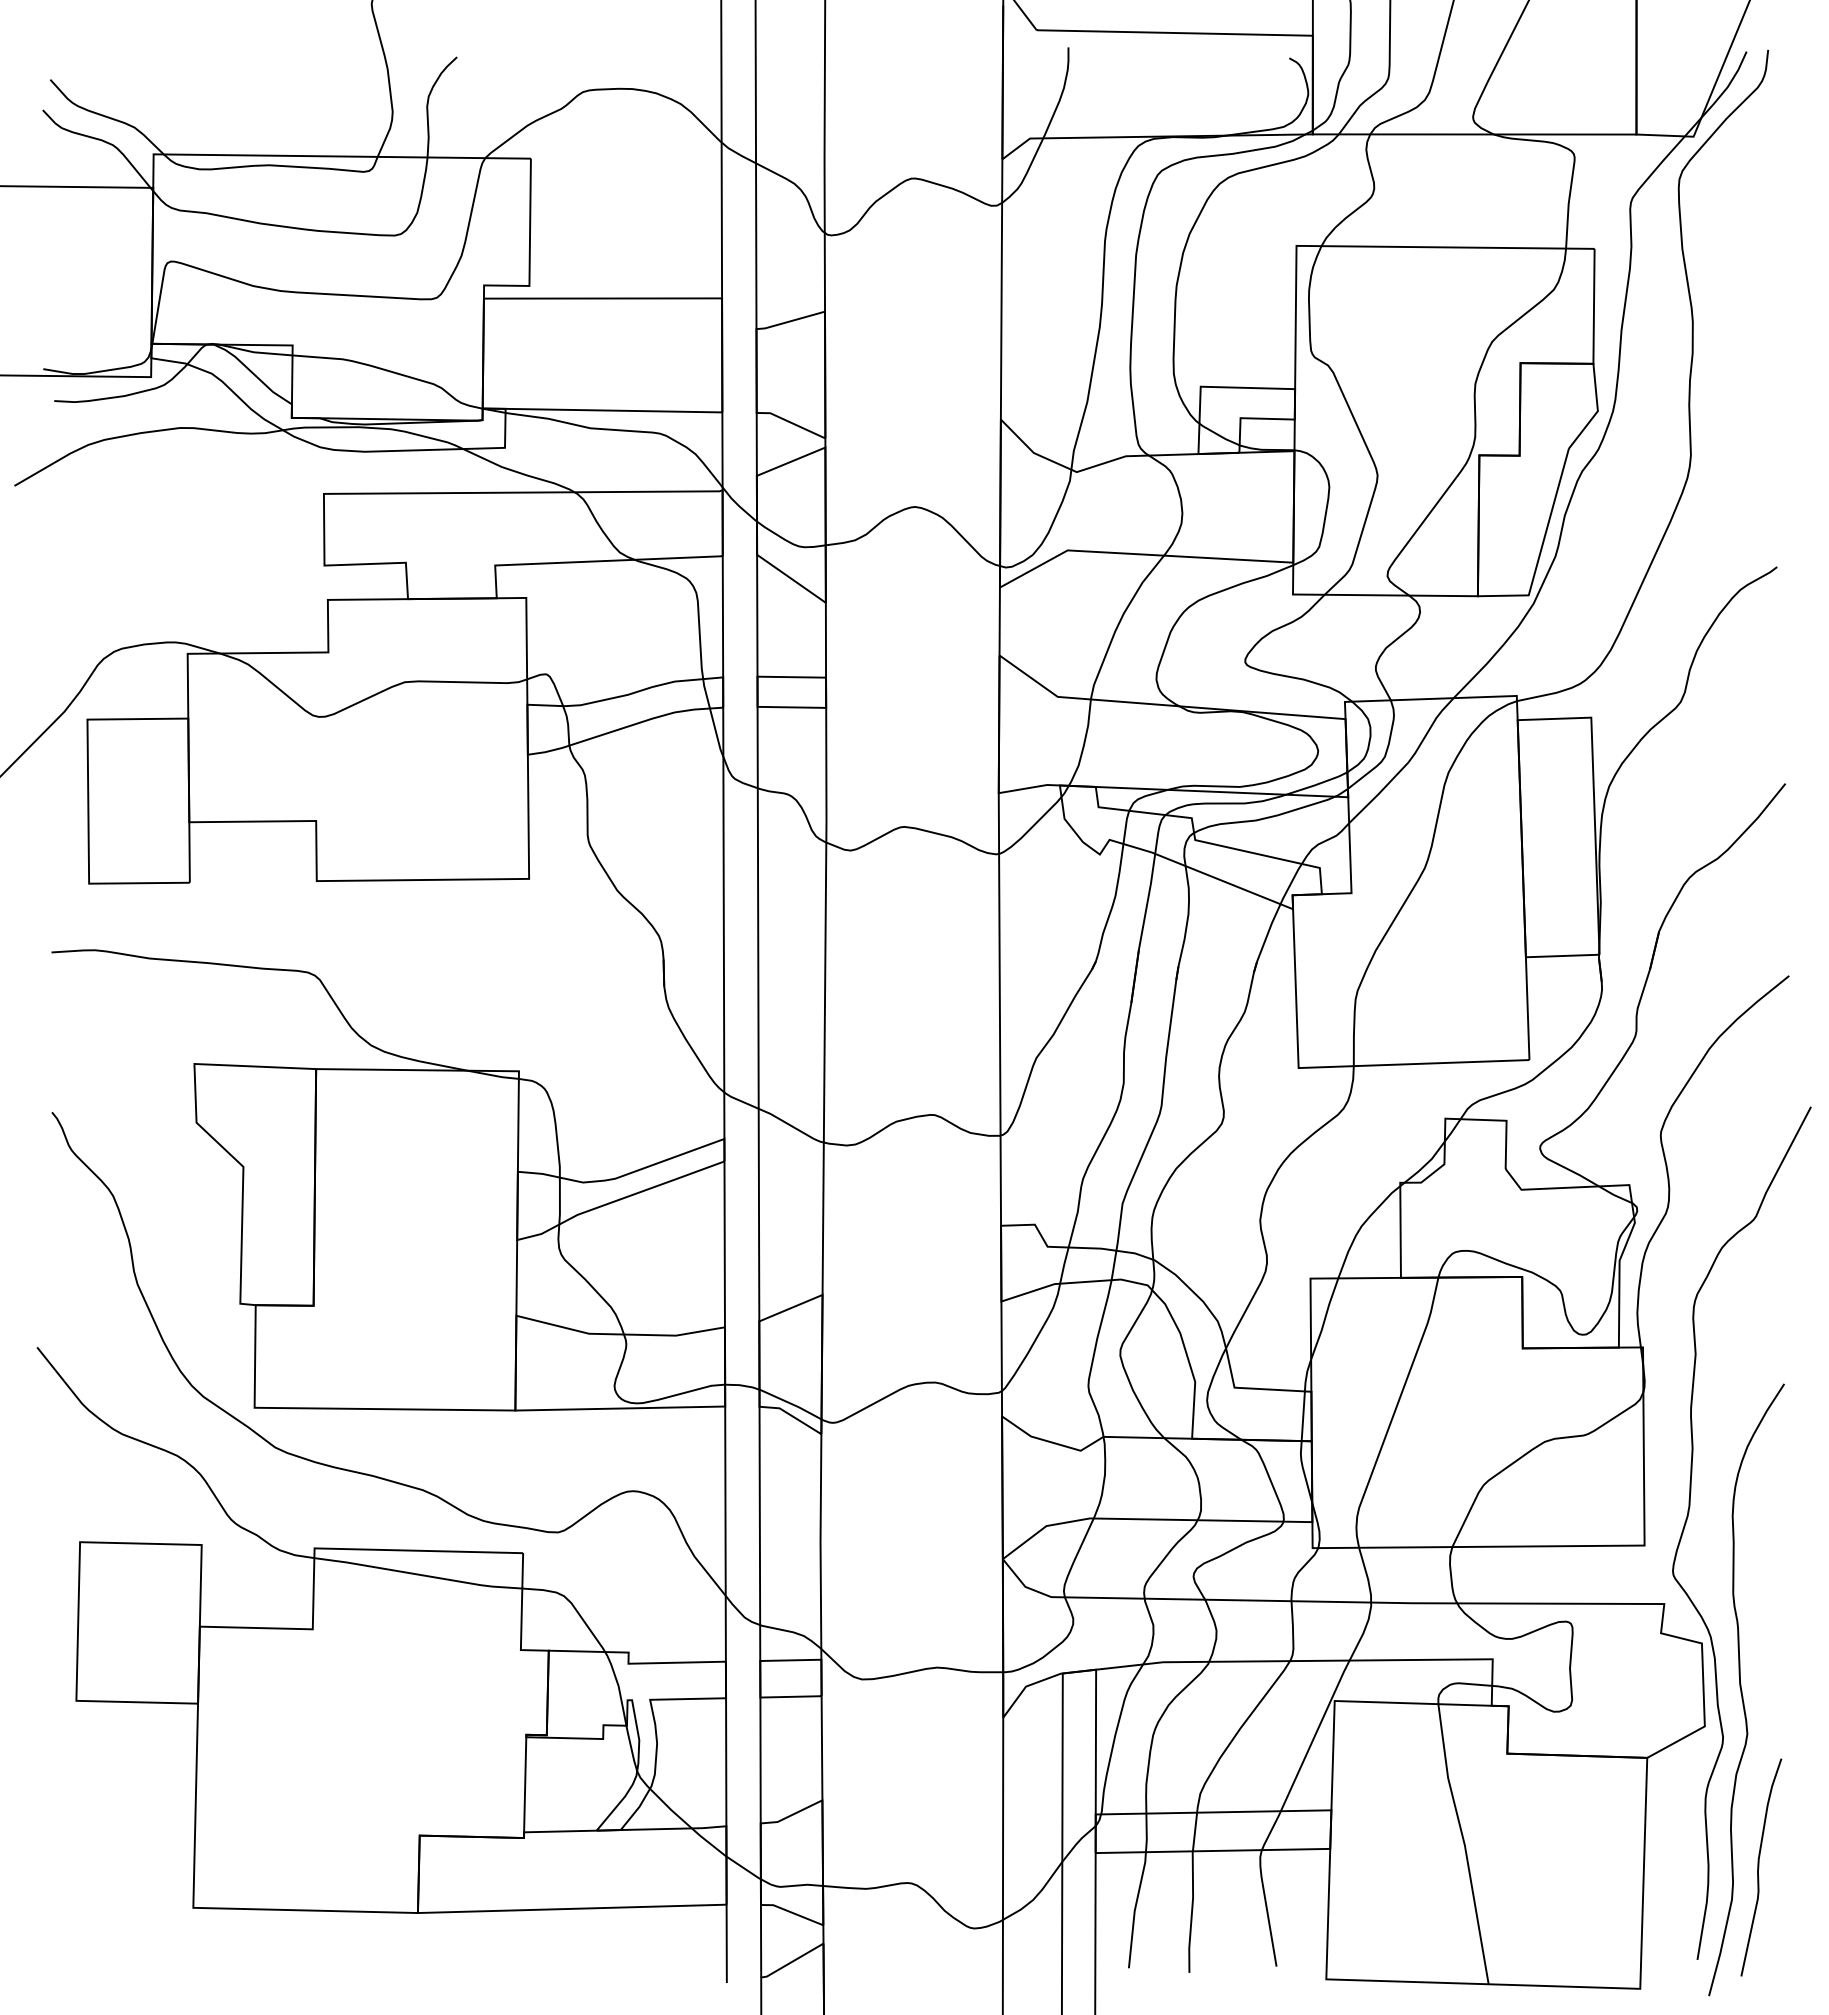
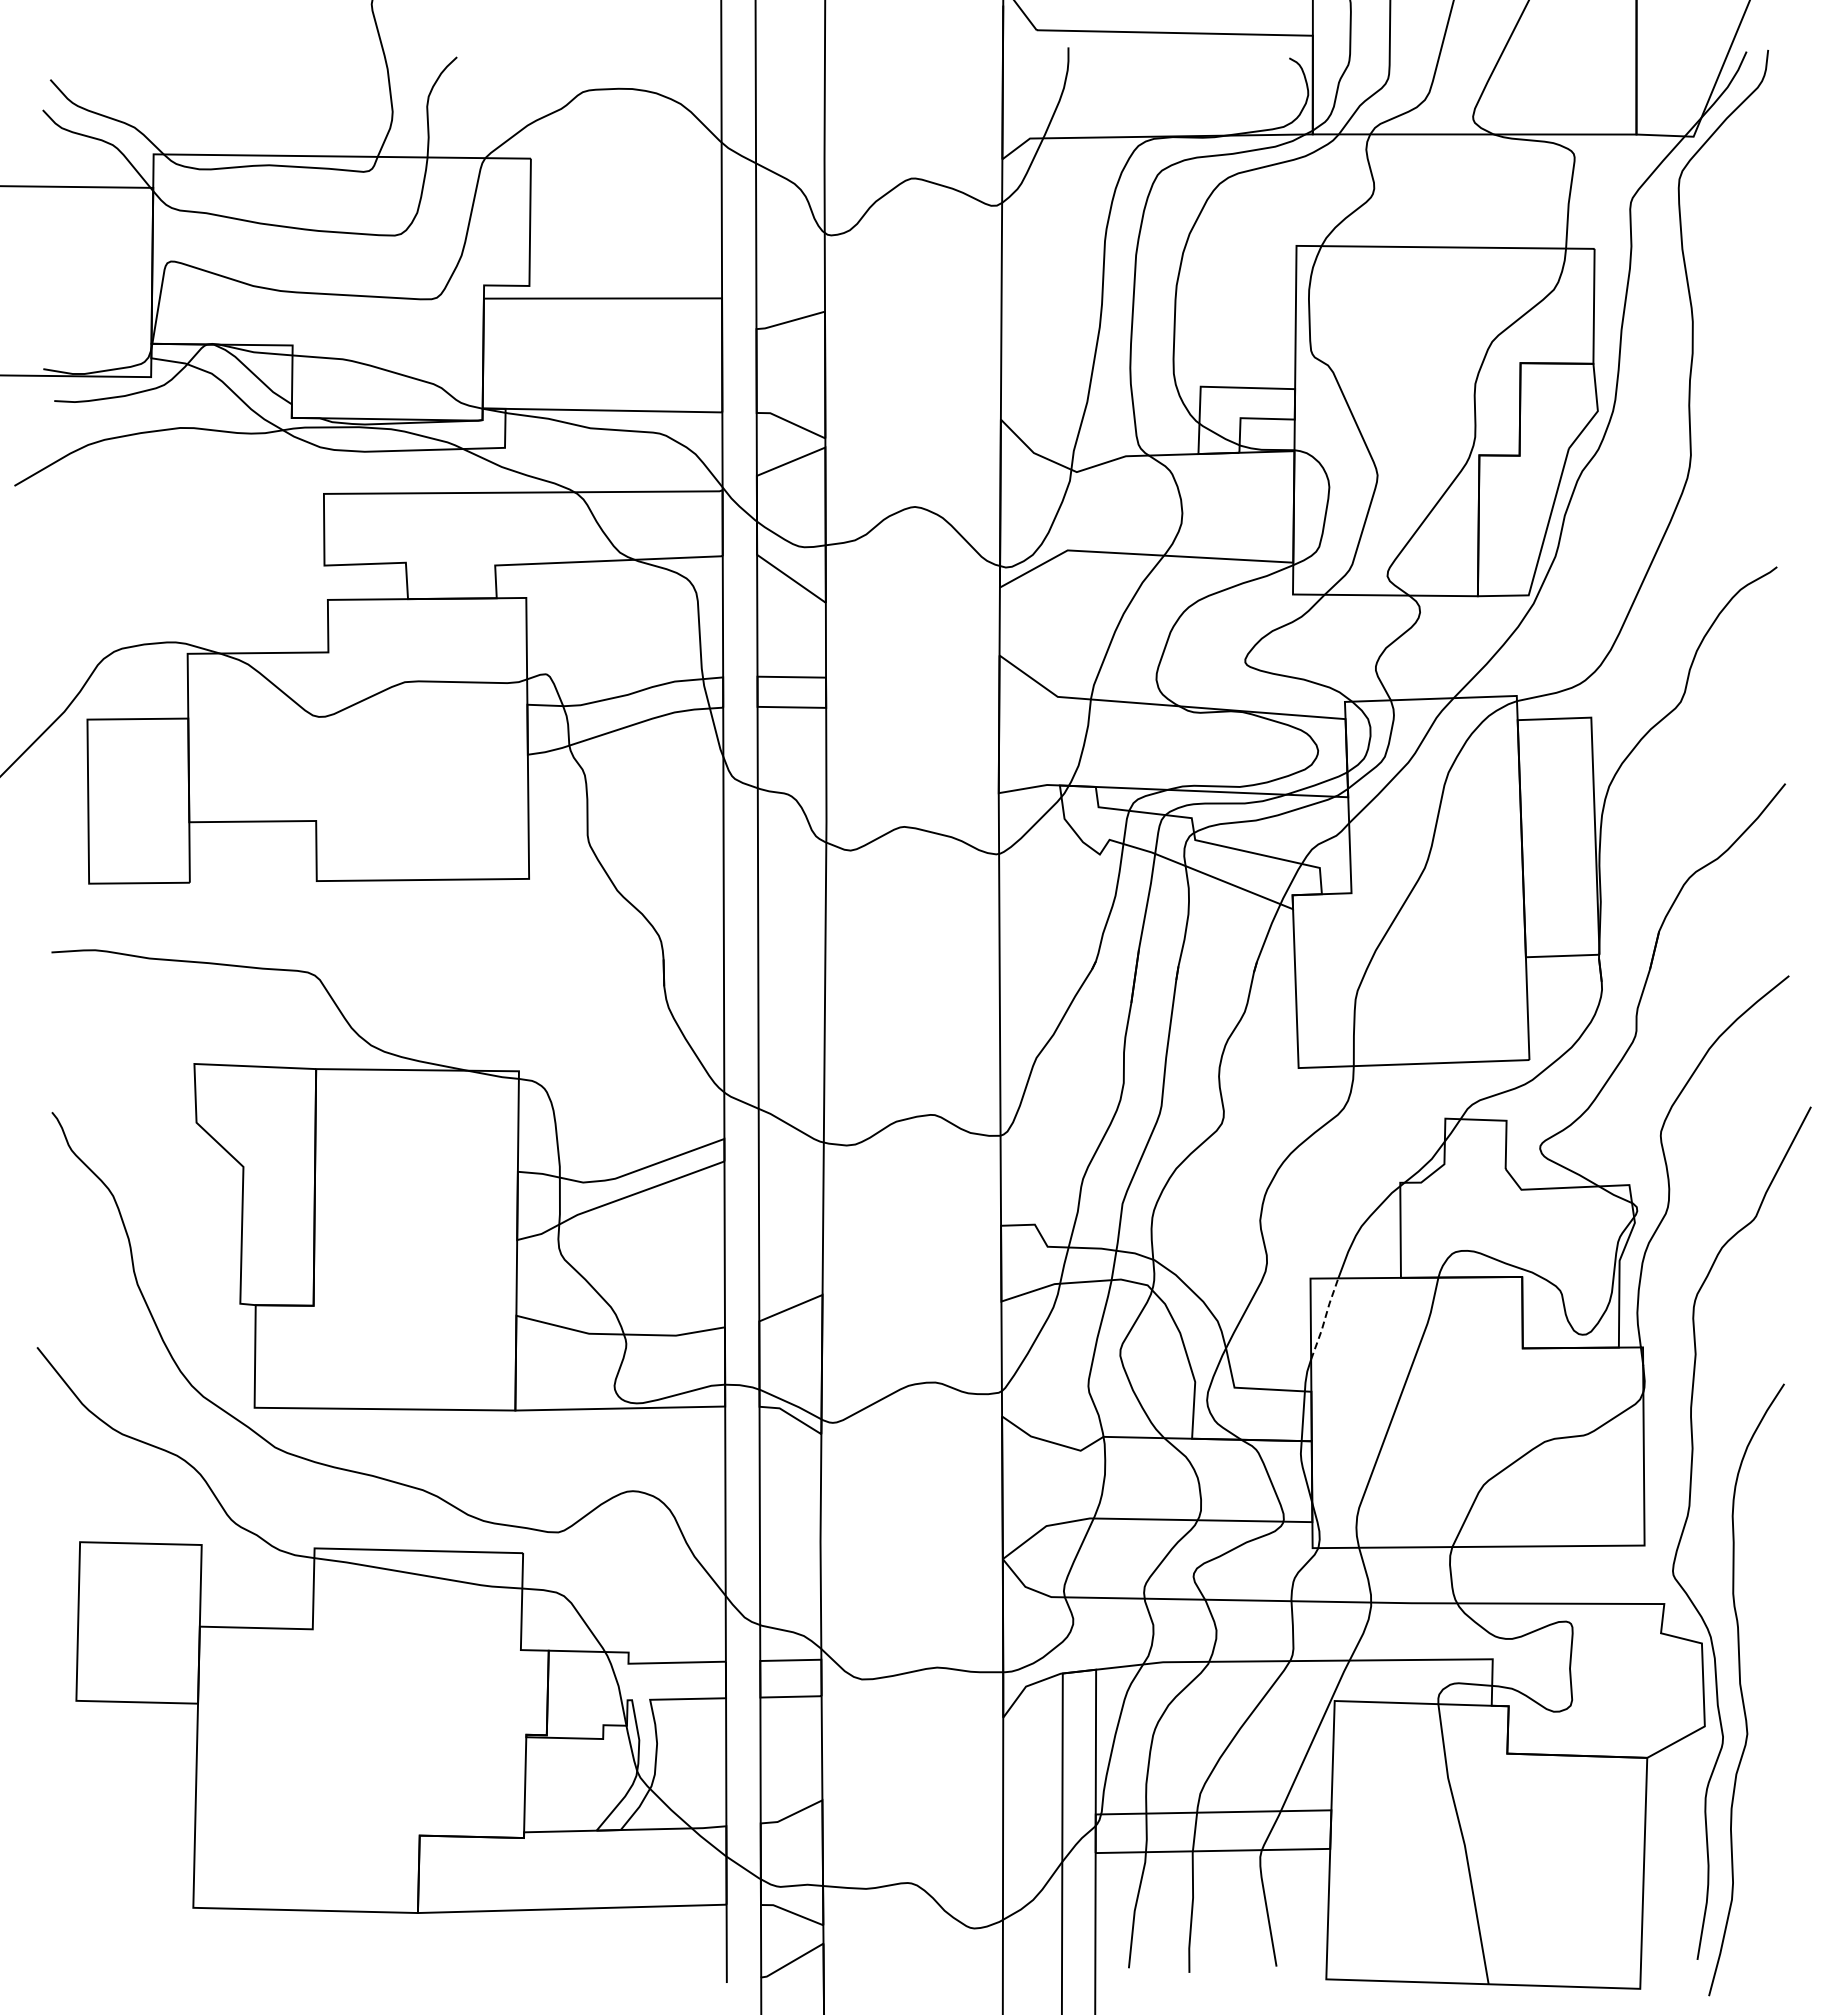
line at (1325, 1318): solid -> dashed
curve at (1759, 1867): present -> none
